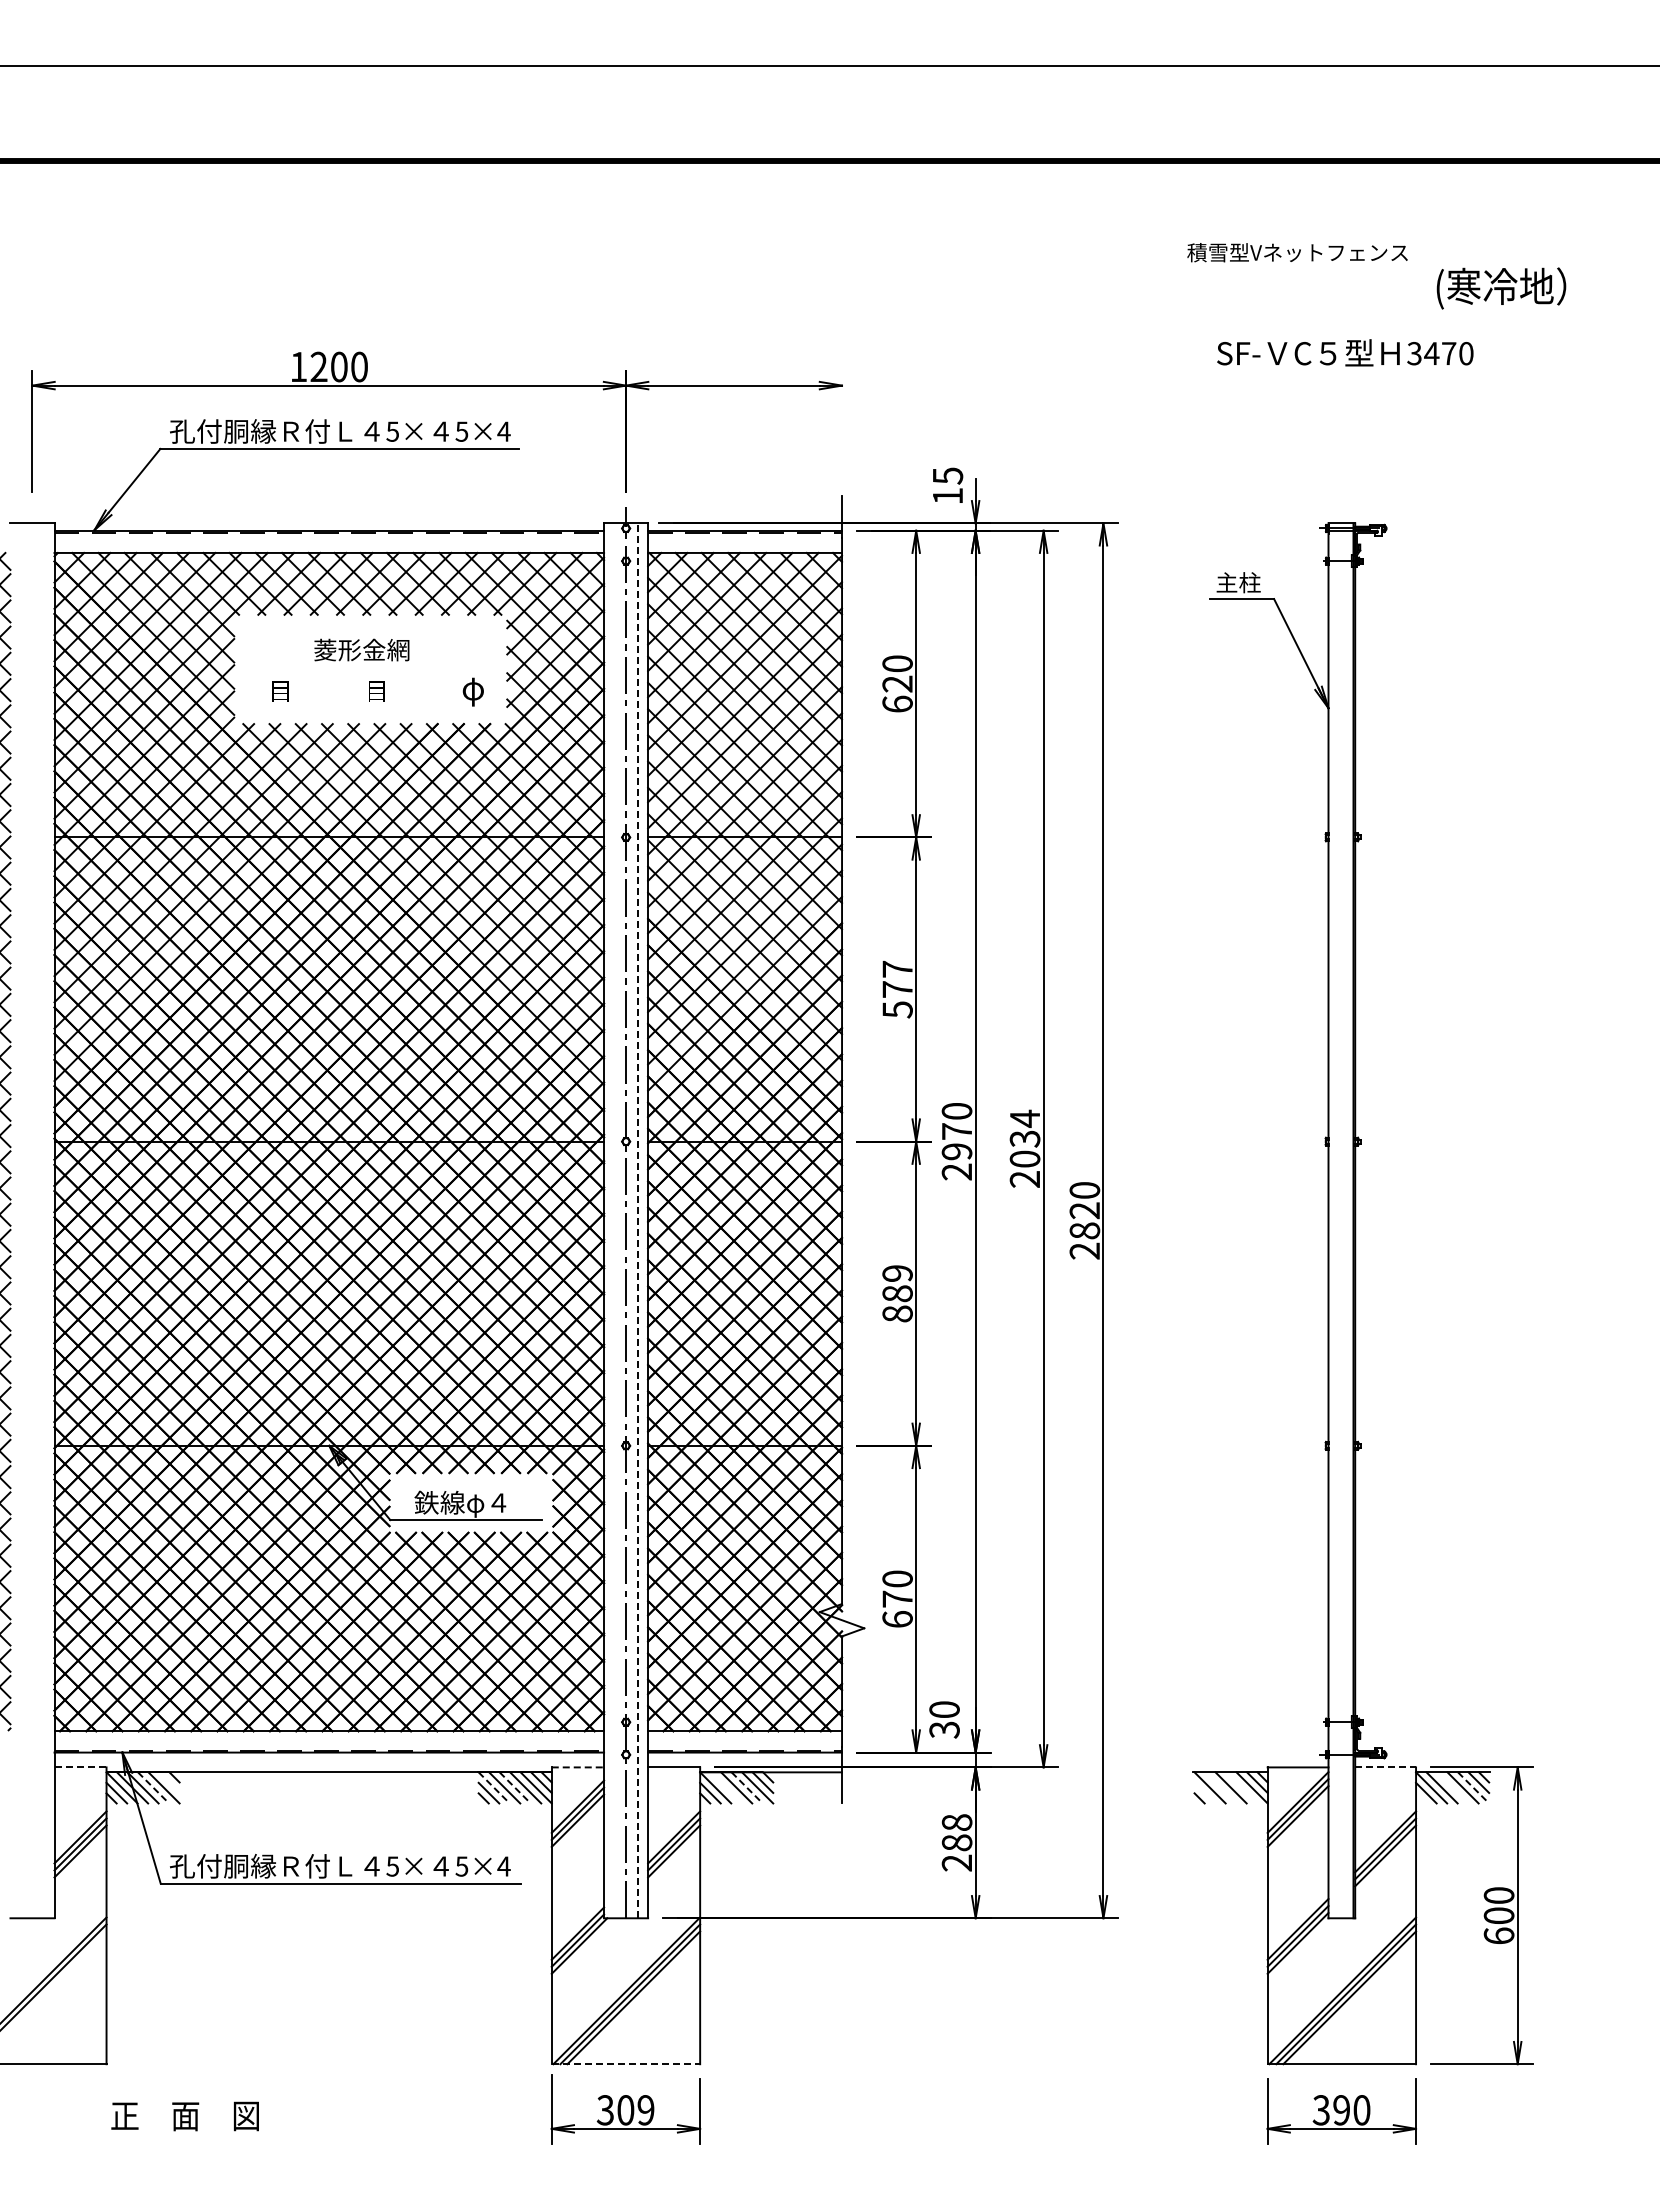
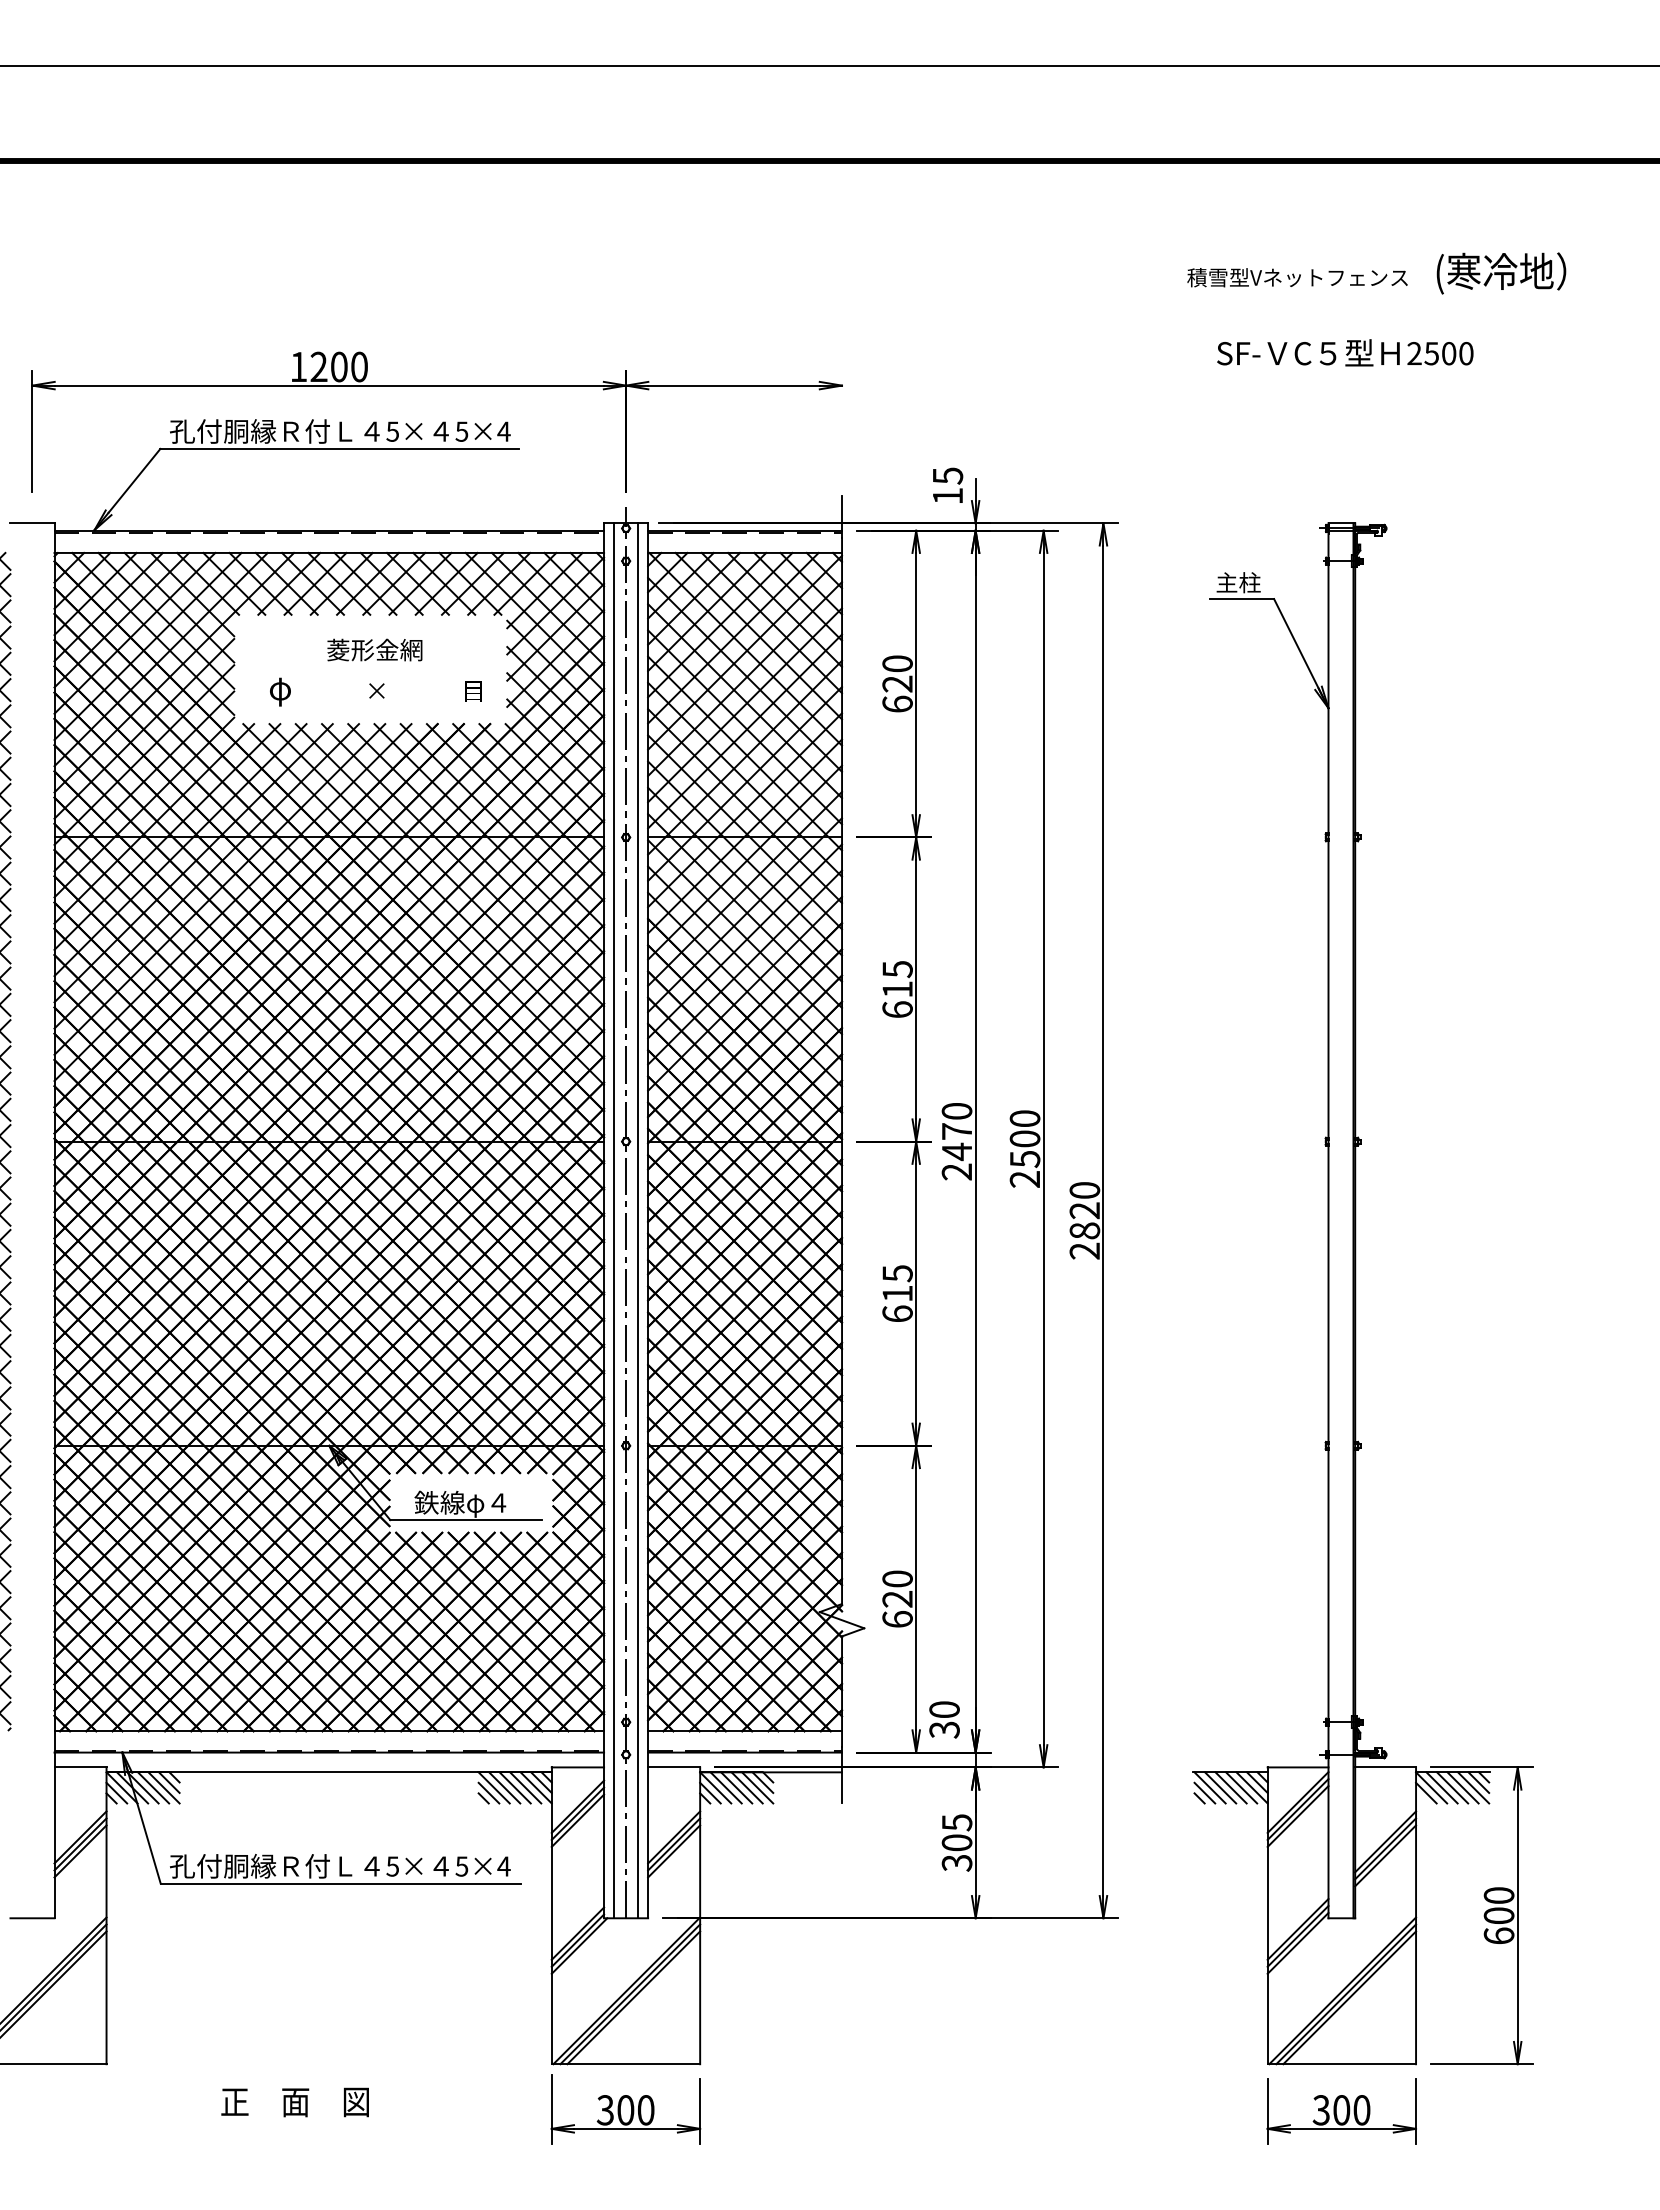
text at (1297, 252) position: (1297, 252) -> (1297, 277)
text at (1501, 288) position: (1501, 288) -> (1501, 273)
text at (1431, 353): 3470 -> 2500
text at (361, 649) position: (361, 649) -> (374, 649)
text at (280, 691): 目 -> φ
text at (376, 691): 目 -> ×
text at (472, 691): φ -> 目
text at (897, 989): 577 -> 615
text at (1024, 1138): 2034 -> 2500
text at (956, 1151): 2970 -> 2470
line at (613, 1220): none -> present
line at (638, 1220): dashed -> solid
text at (897, 1293): 889 -> 615
text at (897, 1598): 670 -> 620
line at (81, 1767): dashed -> solid
line at (578, 1767): dashed -> solid
line at (1386, 1767): dashed -> solid
line at (169, 1782): none -> present
line at (153, 1787): dashed -> solid
line at (494, 1787): dashed -> solid
line at (515, 1787): dashed -> solid
line at (725, 1787): none -> present
line at (747, 1787): dashed -> solid
line at (1220, 1787): none -> present
line at (1241, 1787): none -> present
line at (1452, 1787): none -> present
line at (1473, 1787): dashed -> solid
line at (1204, 1792): none -> present
text at (956, 1842): 288 -> 305
line at (54, 1983): none -> present
line at (626, 2064): dashed -> solid
text at (645, 2110): 309 -> 300
text at (1341, 2110): 390 -> 300
text at (184, 2116) position: (184, 2116) -> (294, 2102)
